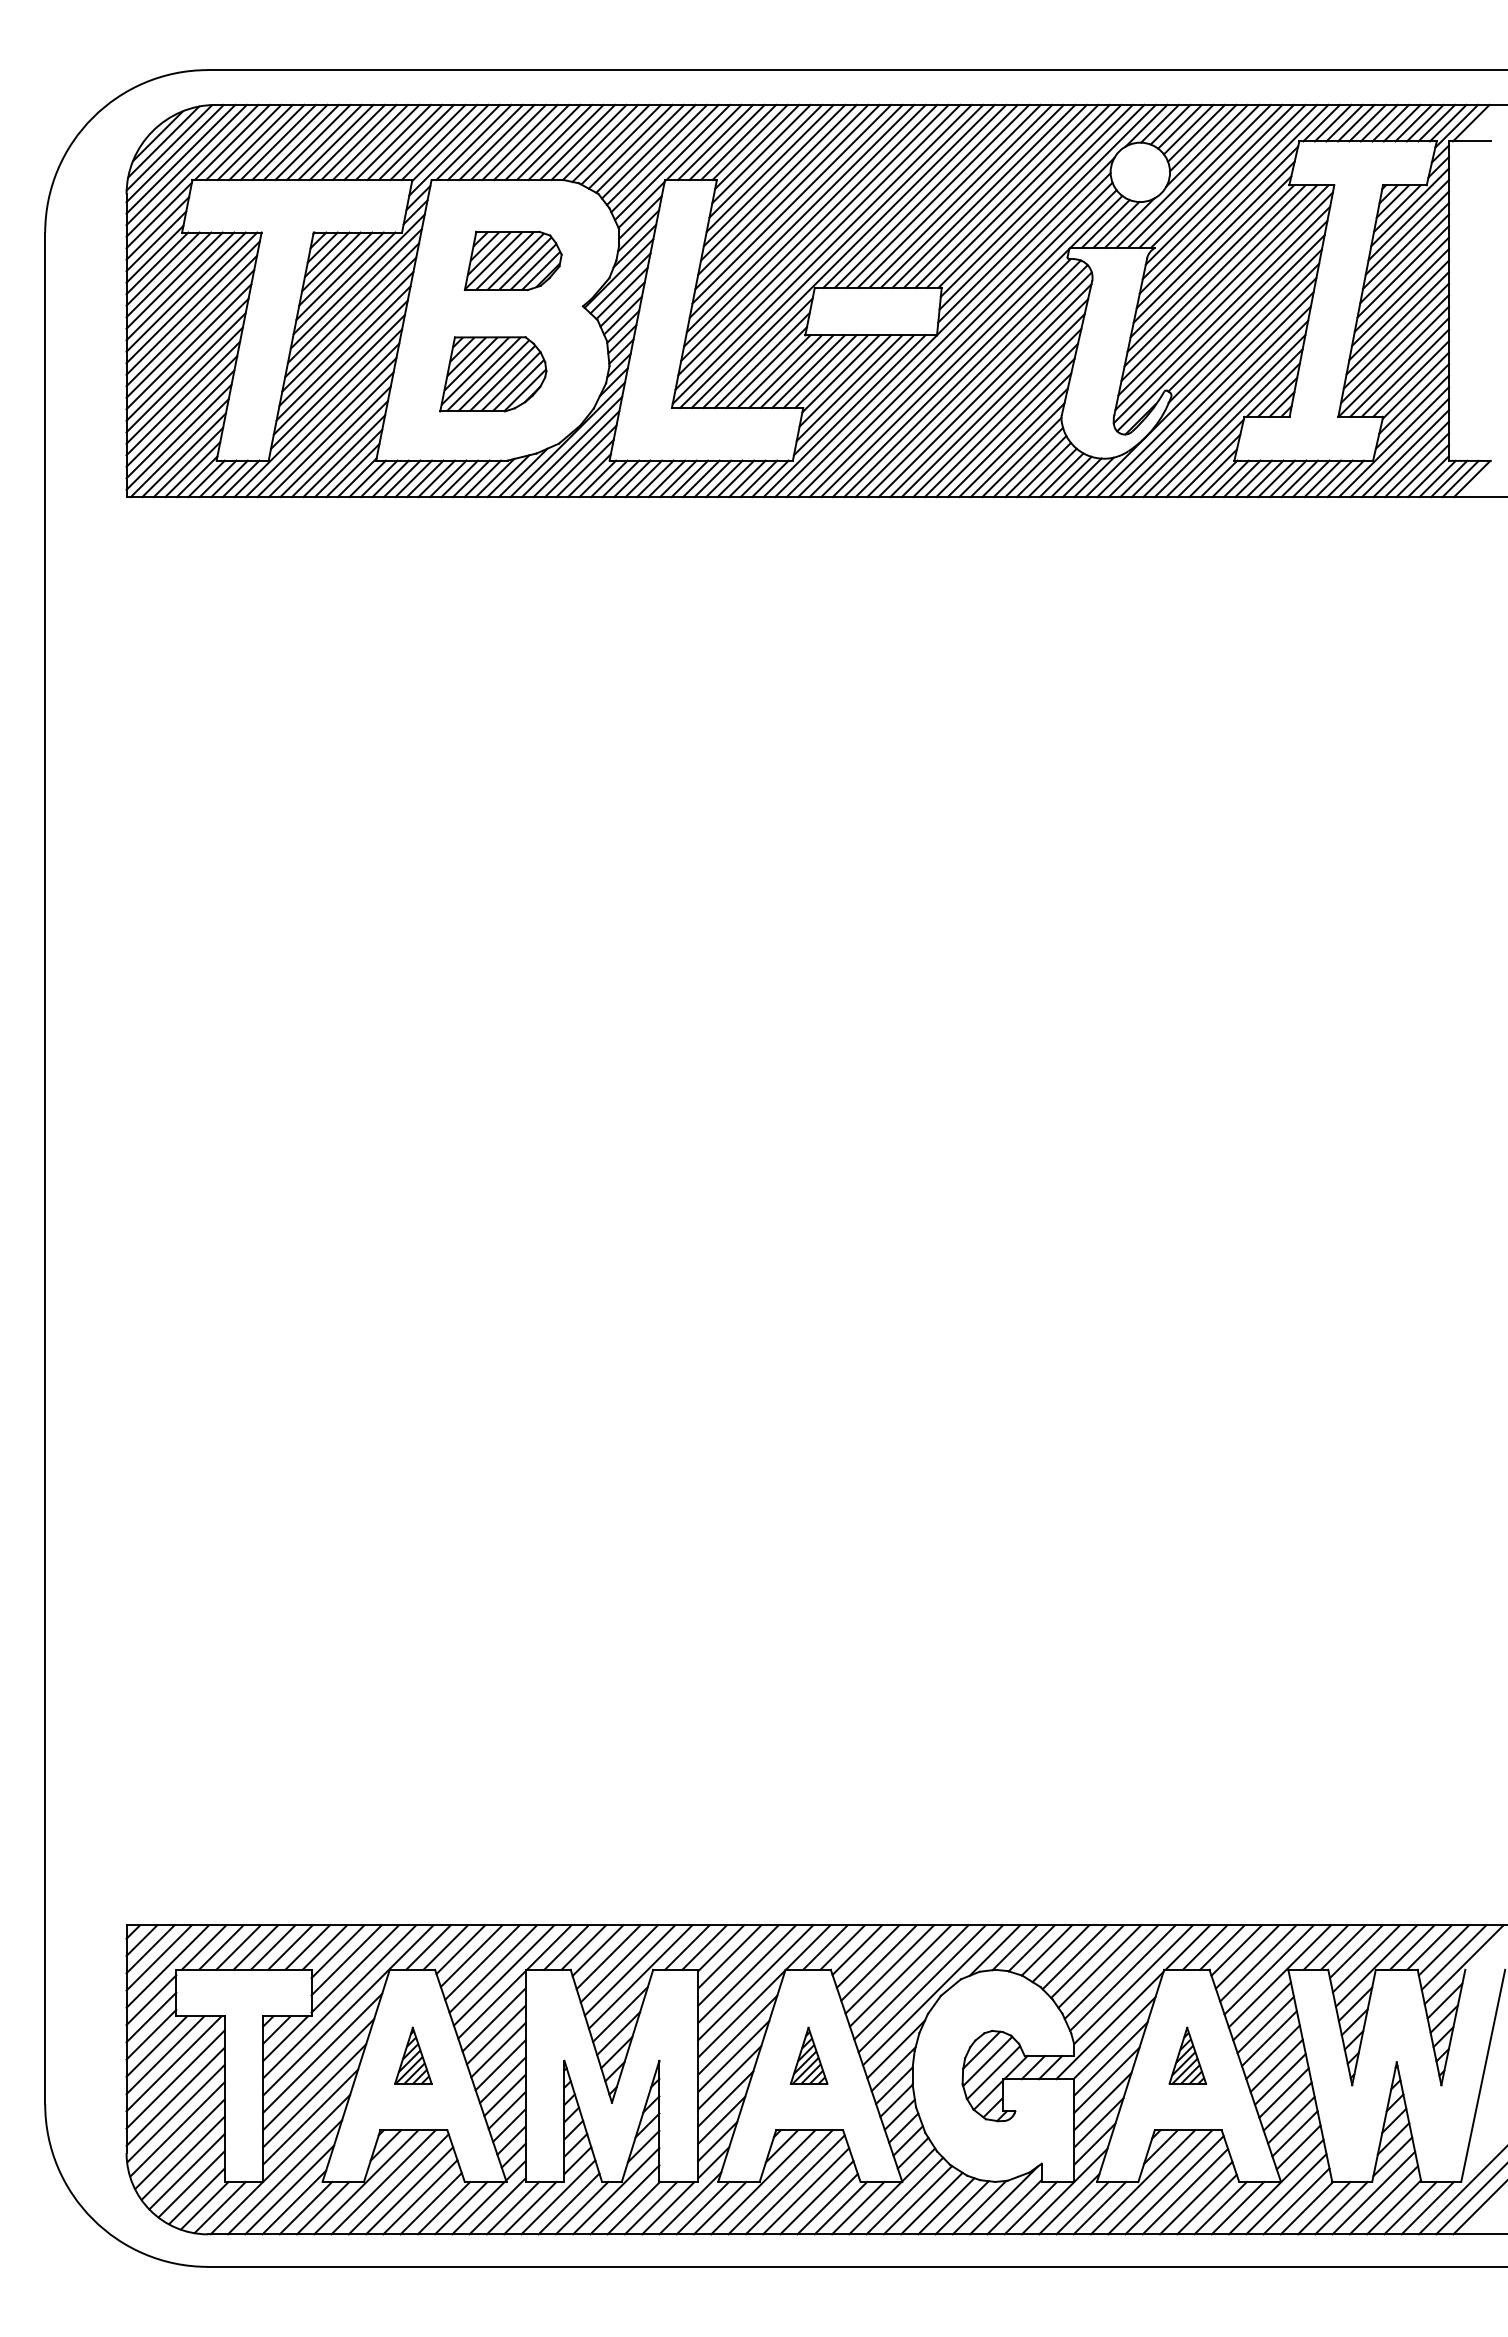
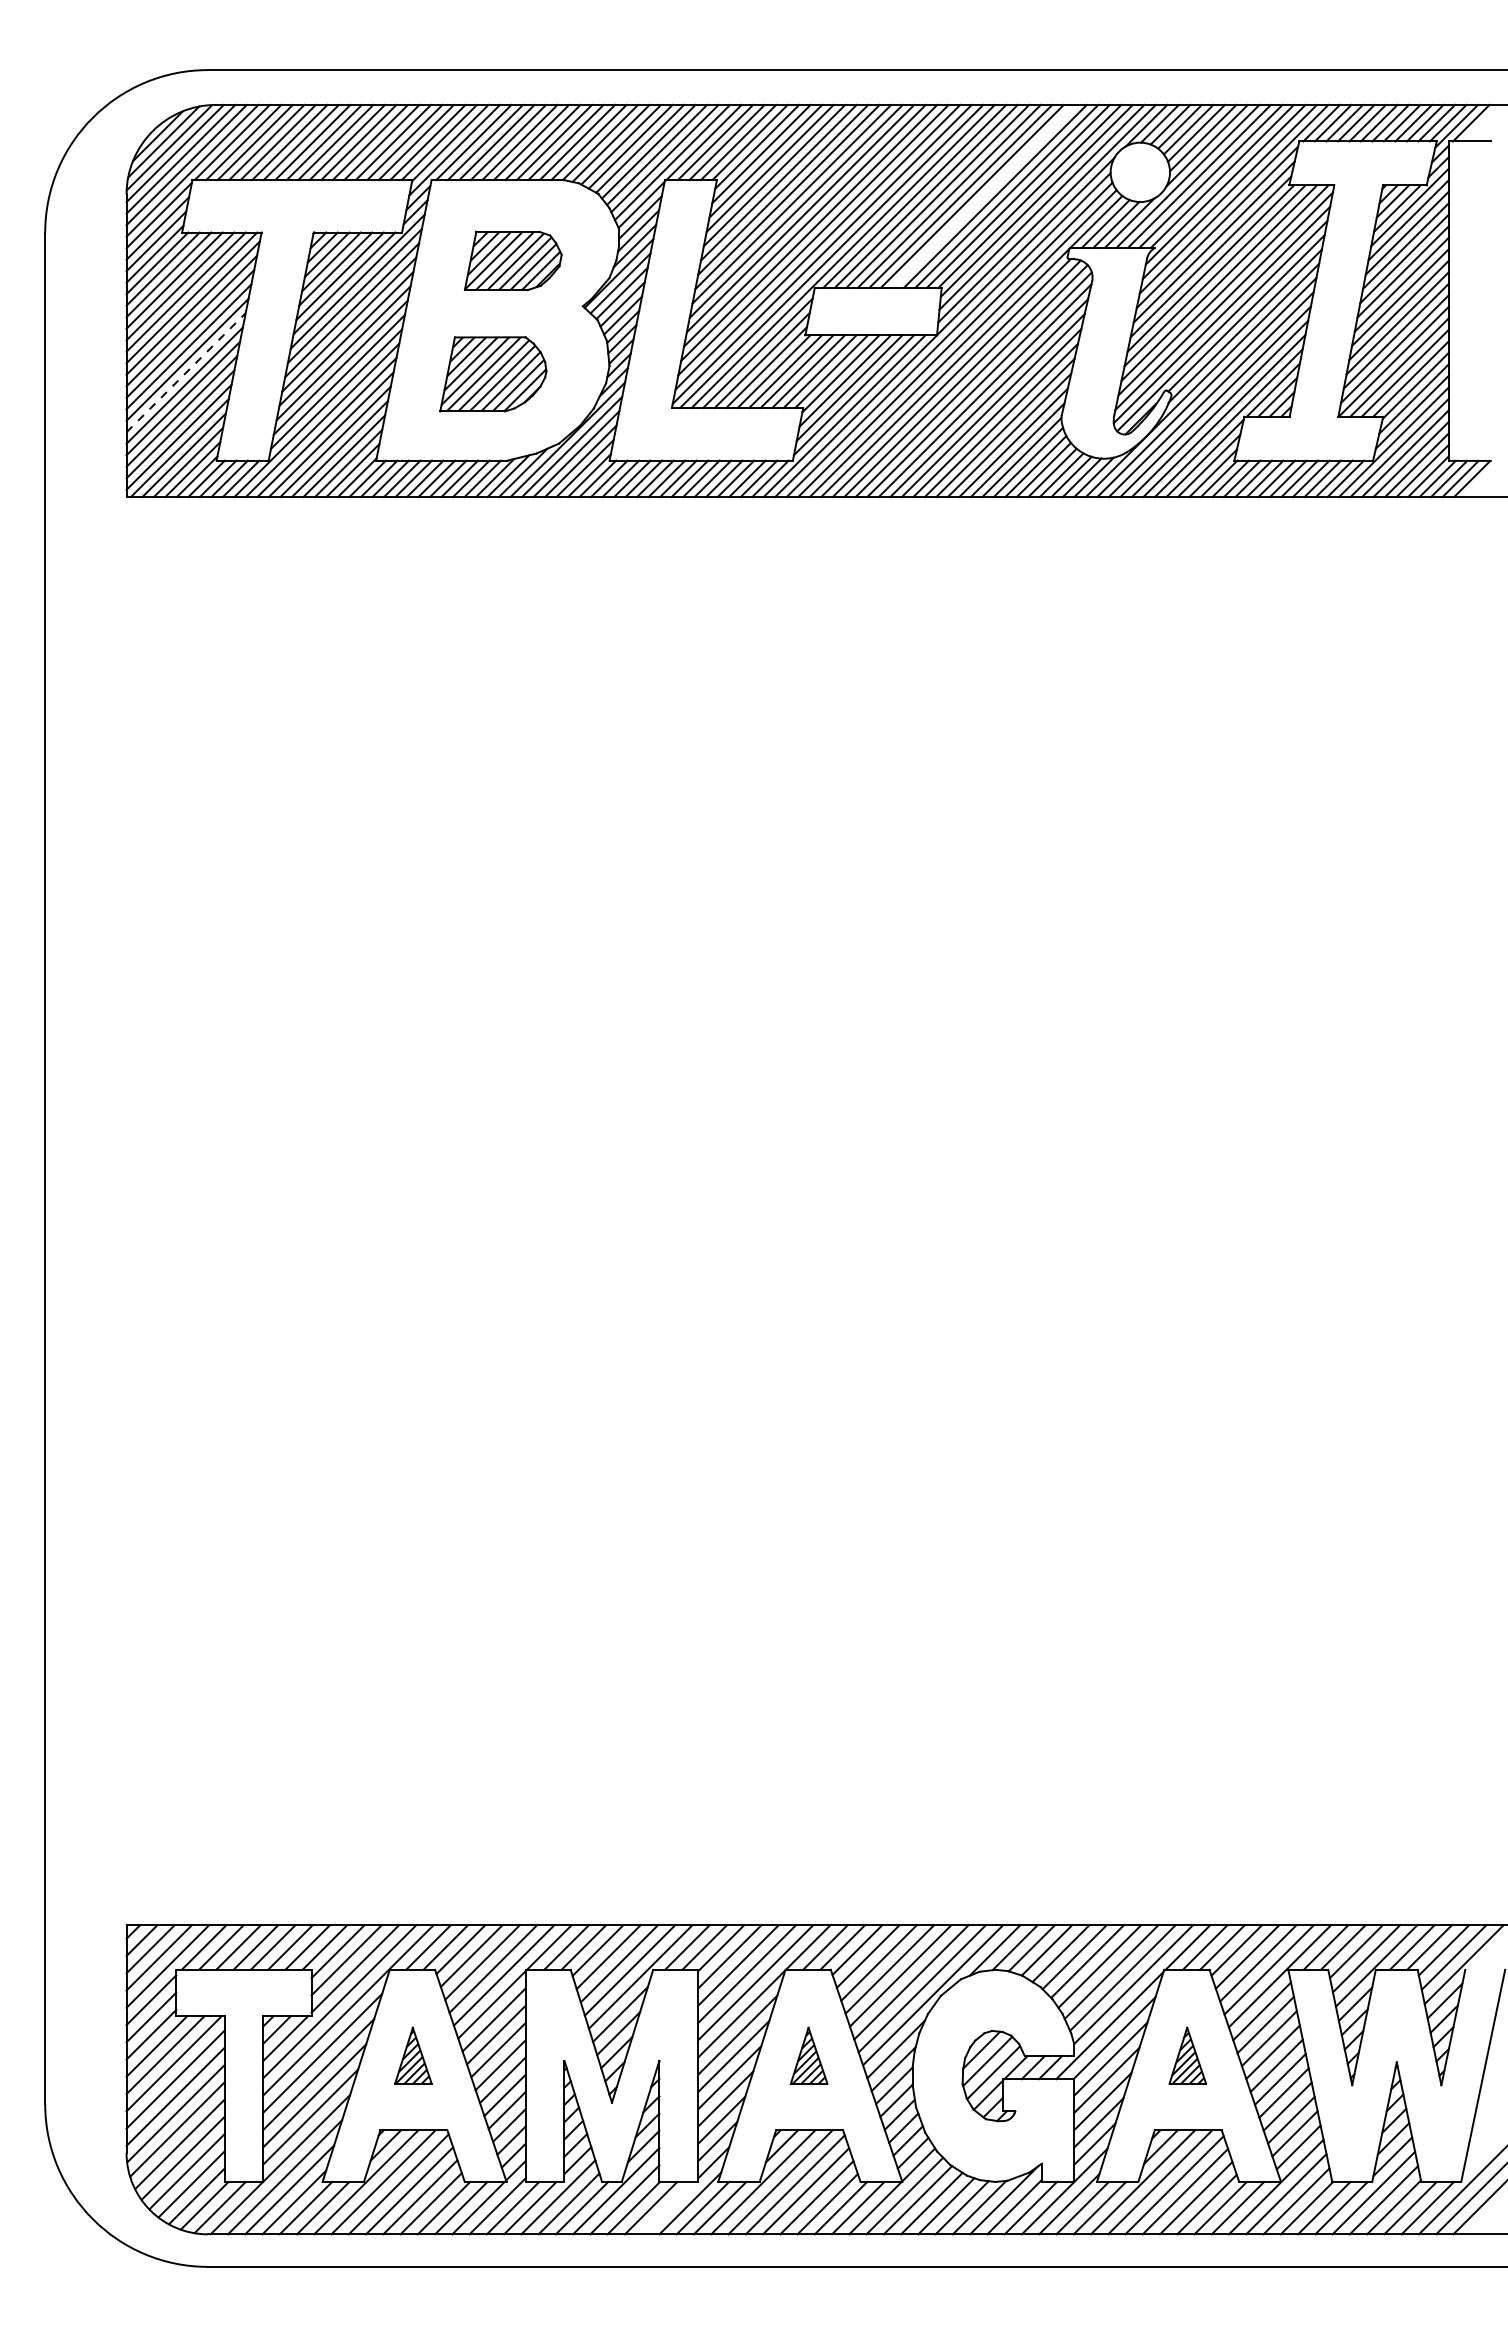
line at (983, 195): present -> none
line at (186, 372): solid -> dashed
line at (668, 2207): present -> none
